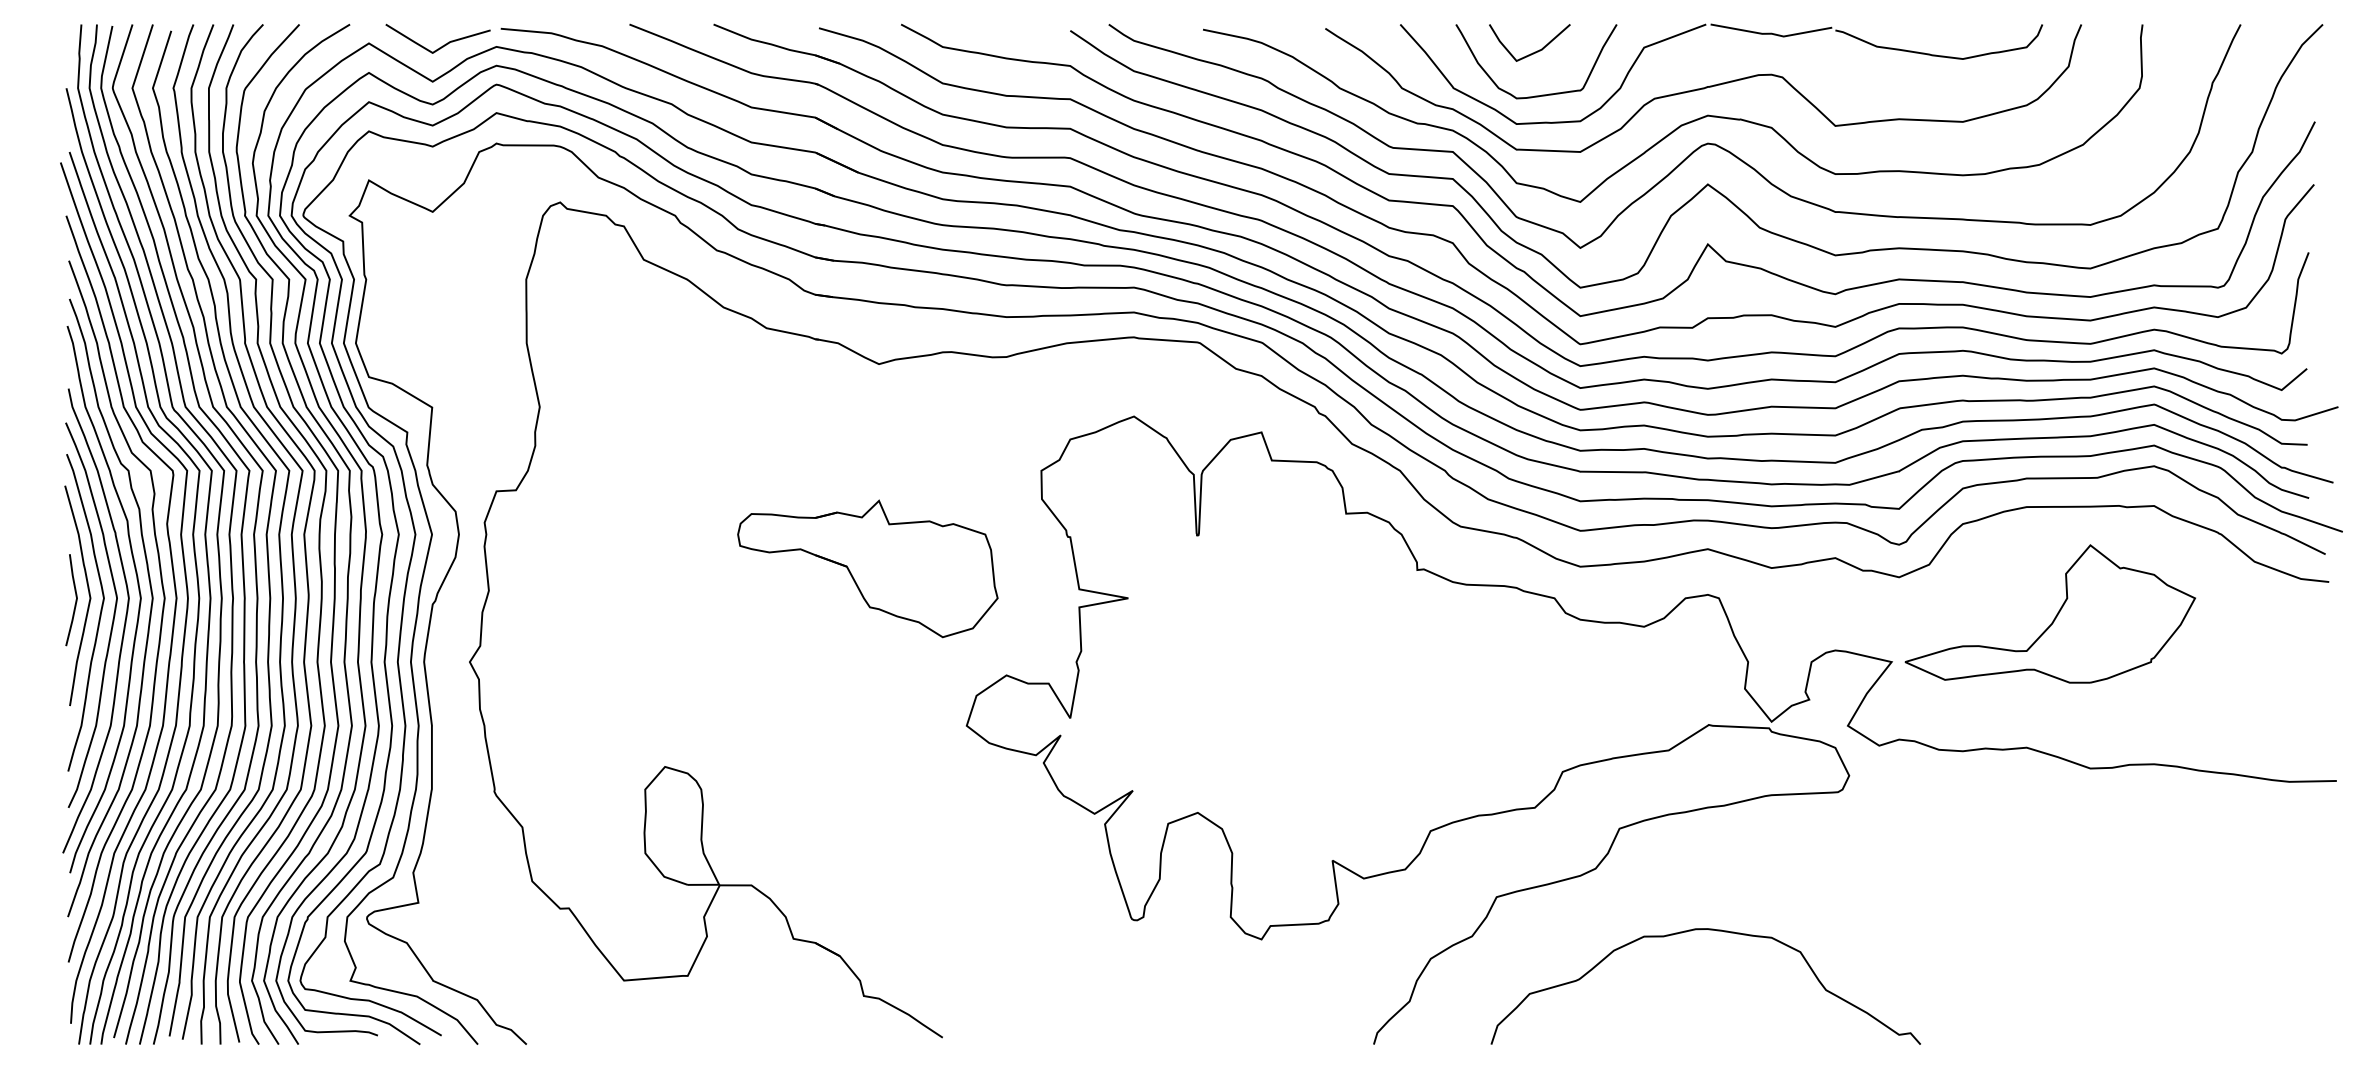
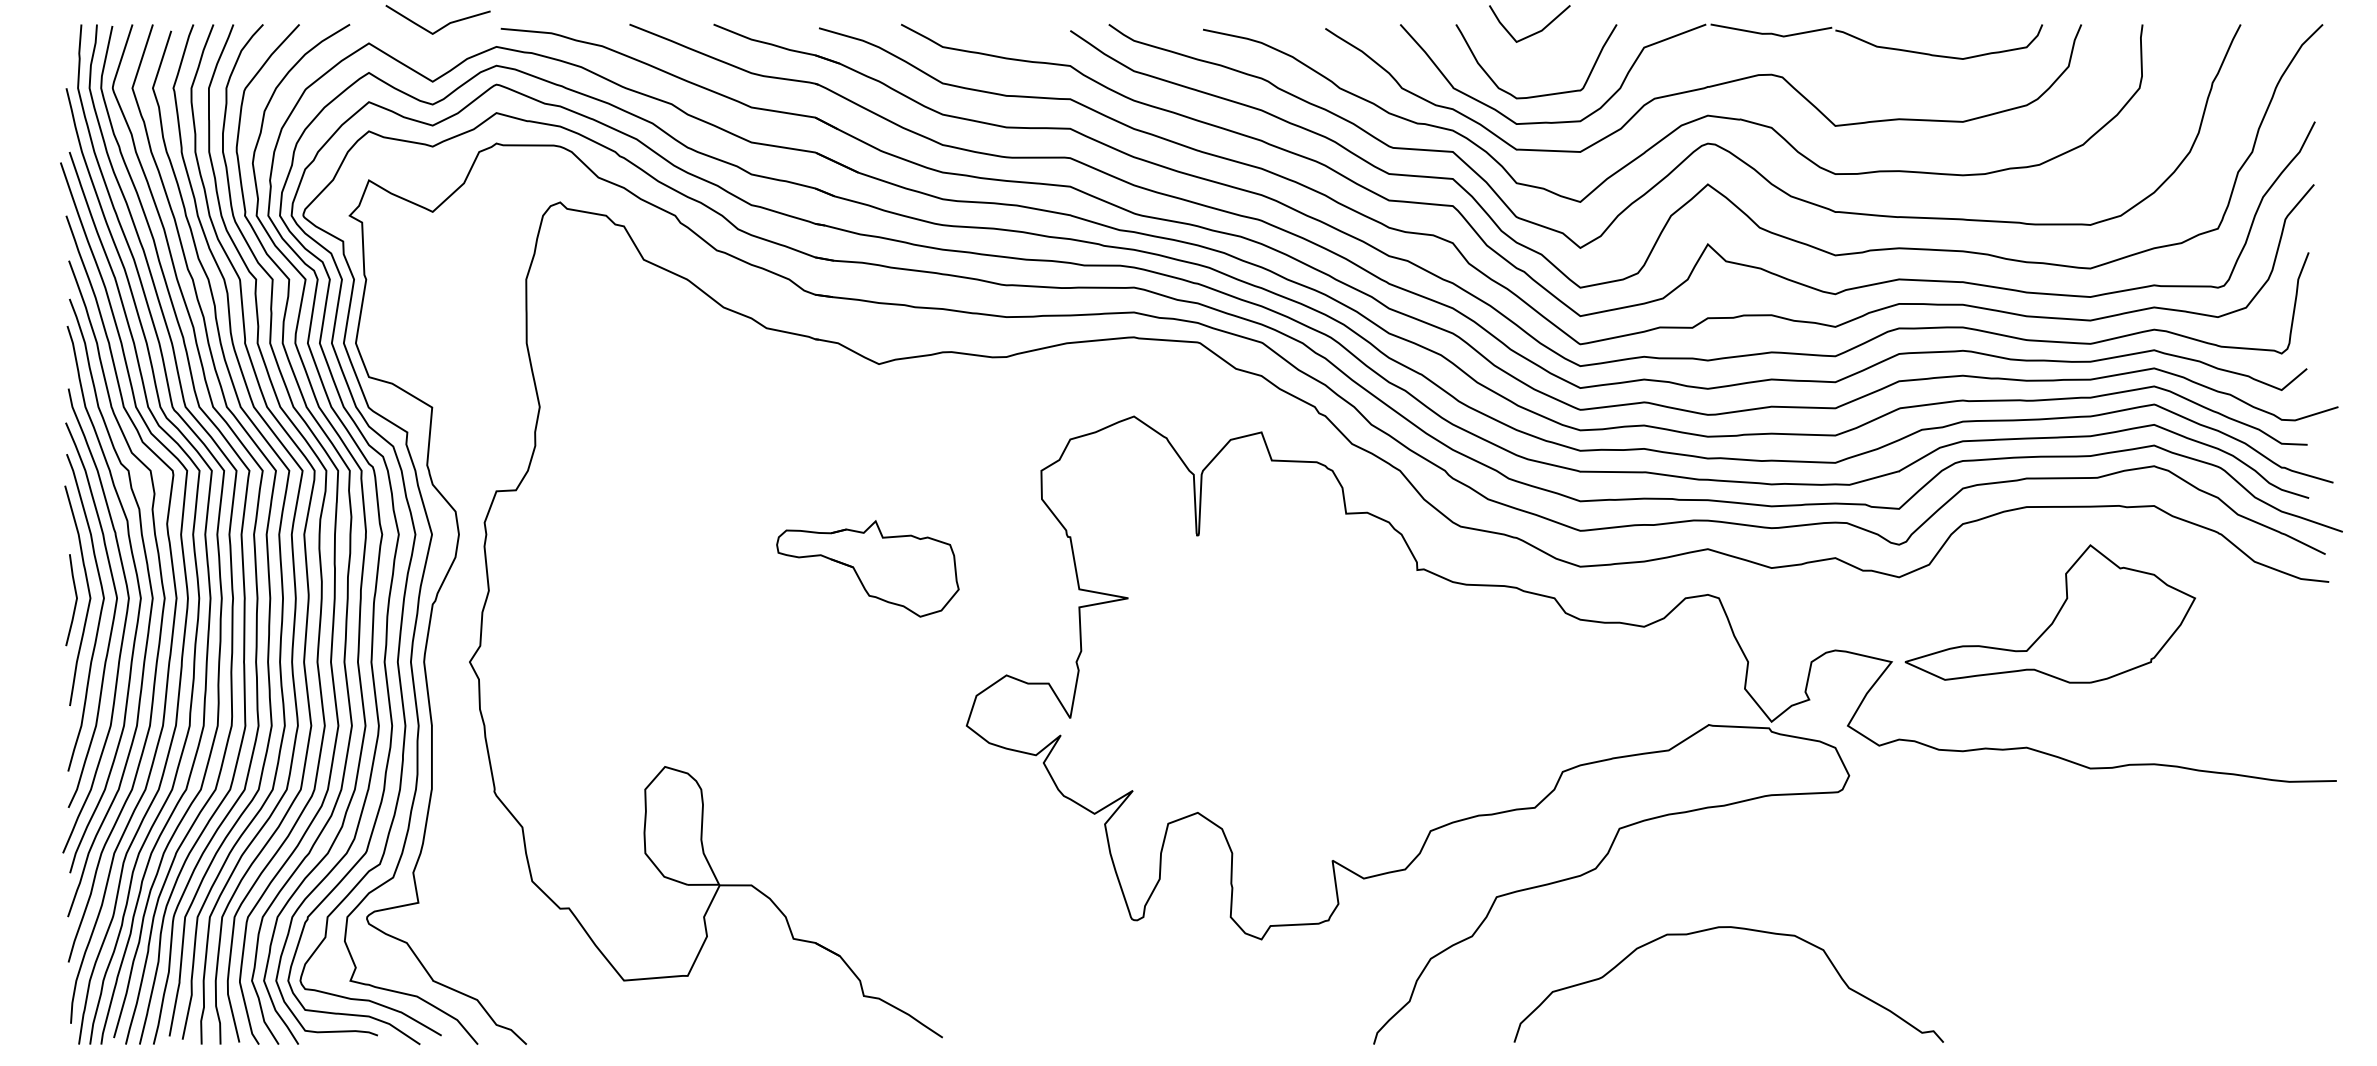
line at (442, 45) position: (442, 45) -> (442, 26)
line at (1532, 52) position: (1532, 52) -> (1532, 33)
part at (867, 568) size: 262x140 px -> 184x98 px
curve at (1708, 930) position: (1708, 930) -> (1731, 928)
